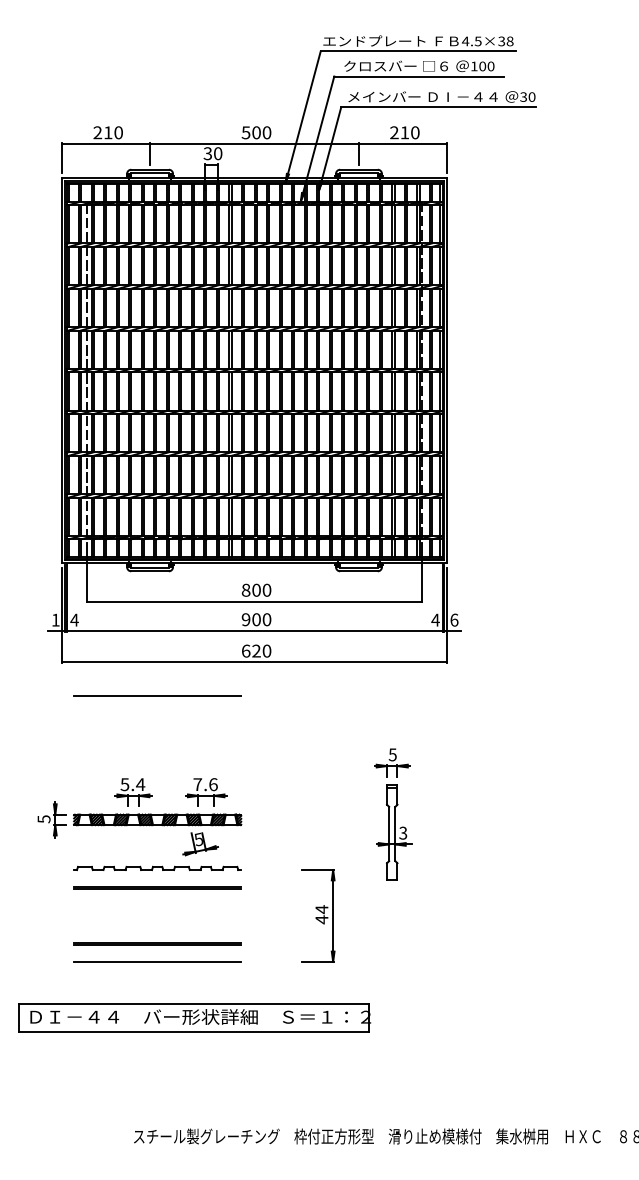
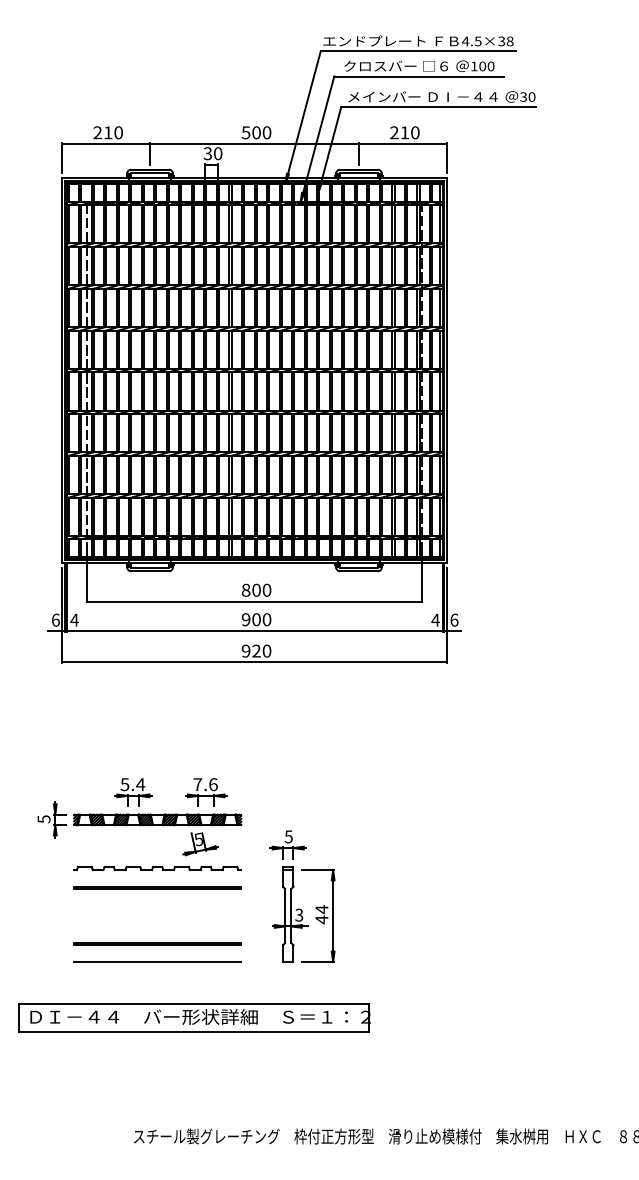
text at (55, 619): 1 -> 6
text at (245, 650): 620 -> 920
line at (157, 695): present -> none
part at (392, 814) position: (392, 814) -> (288, 896)
